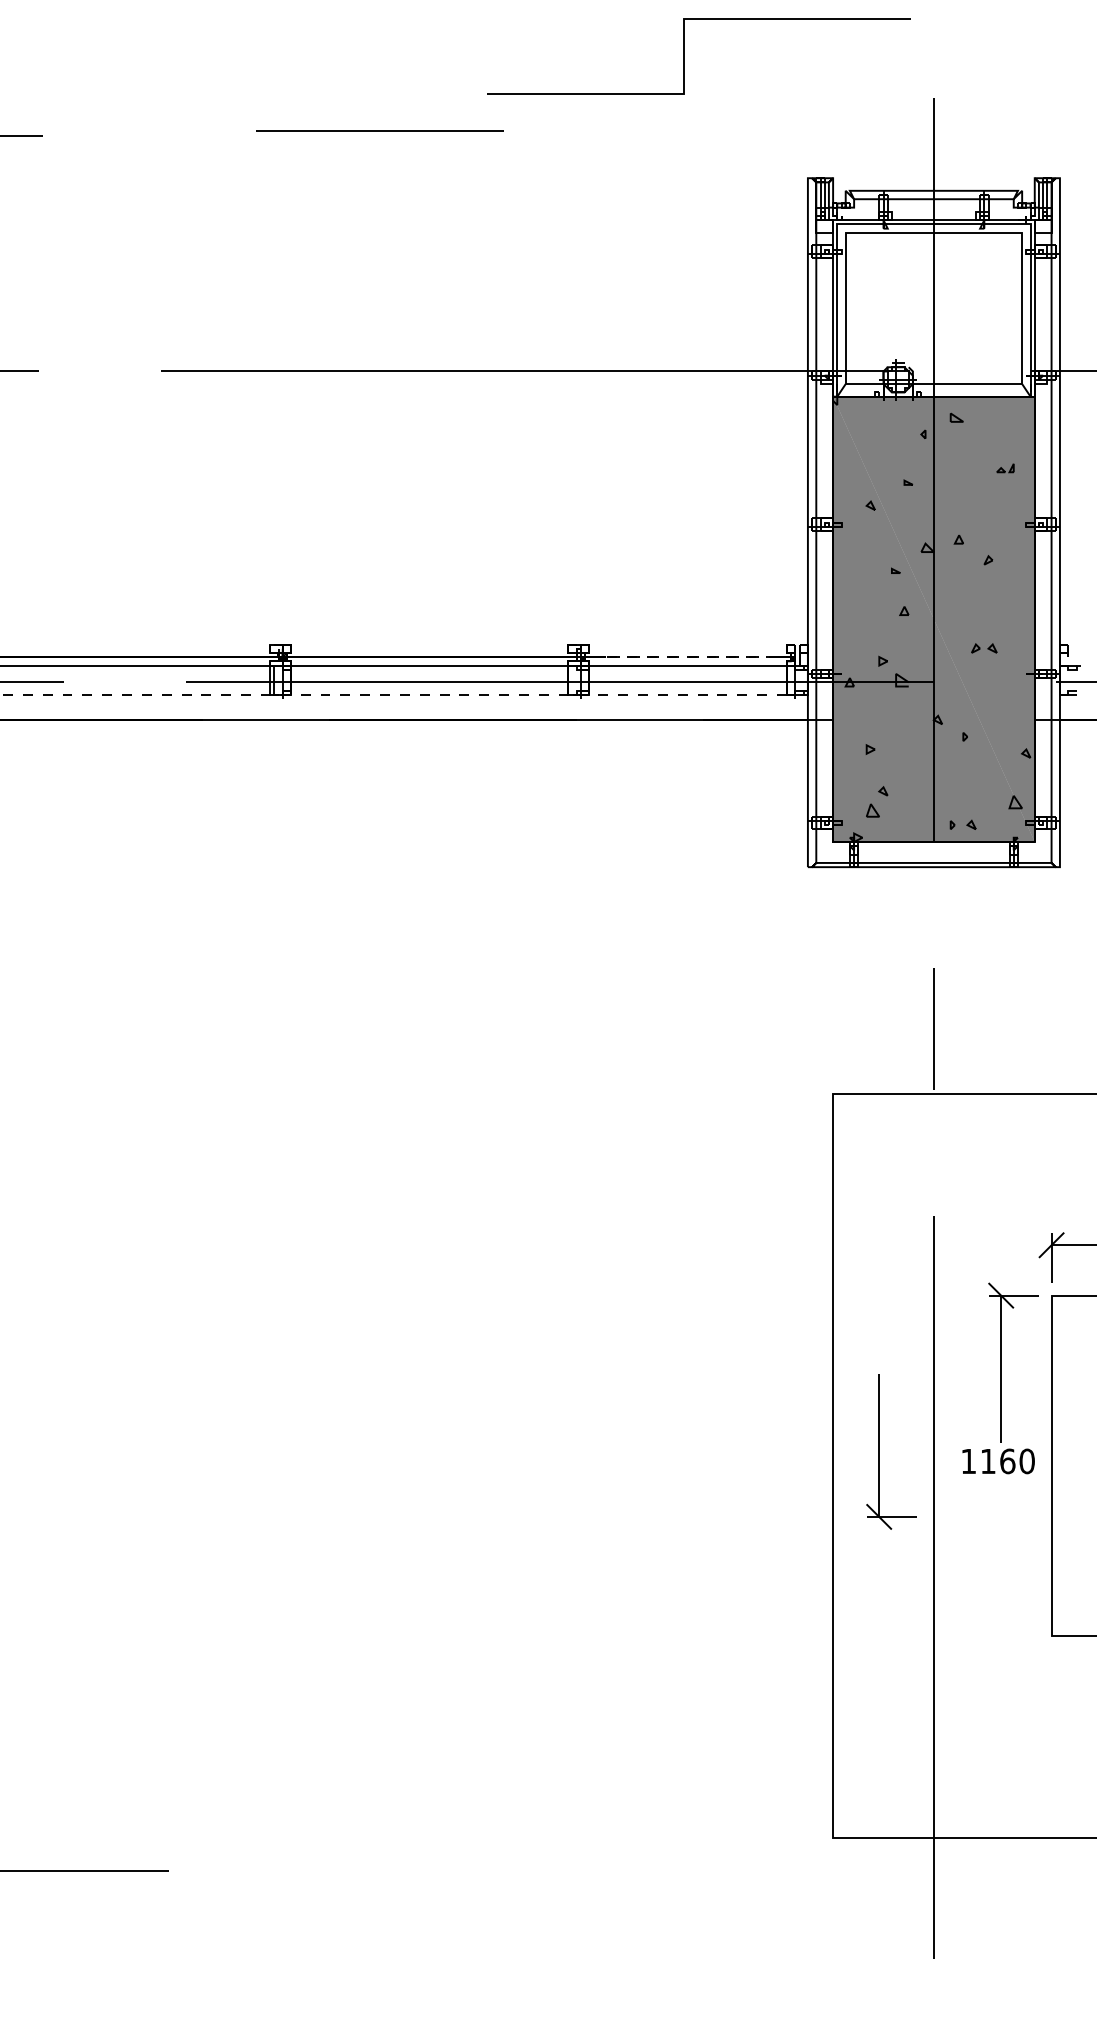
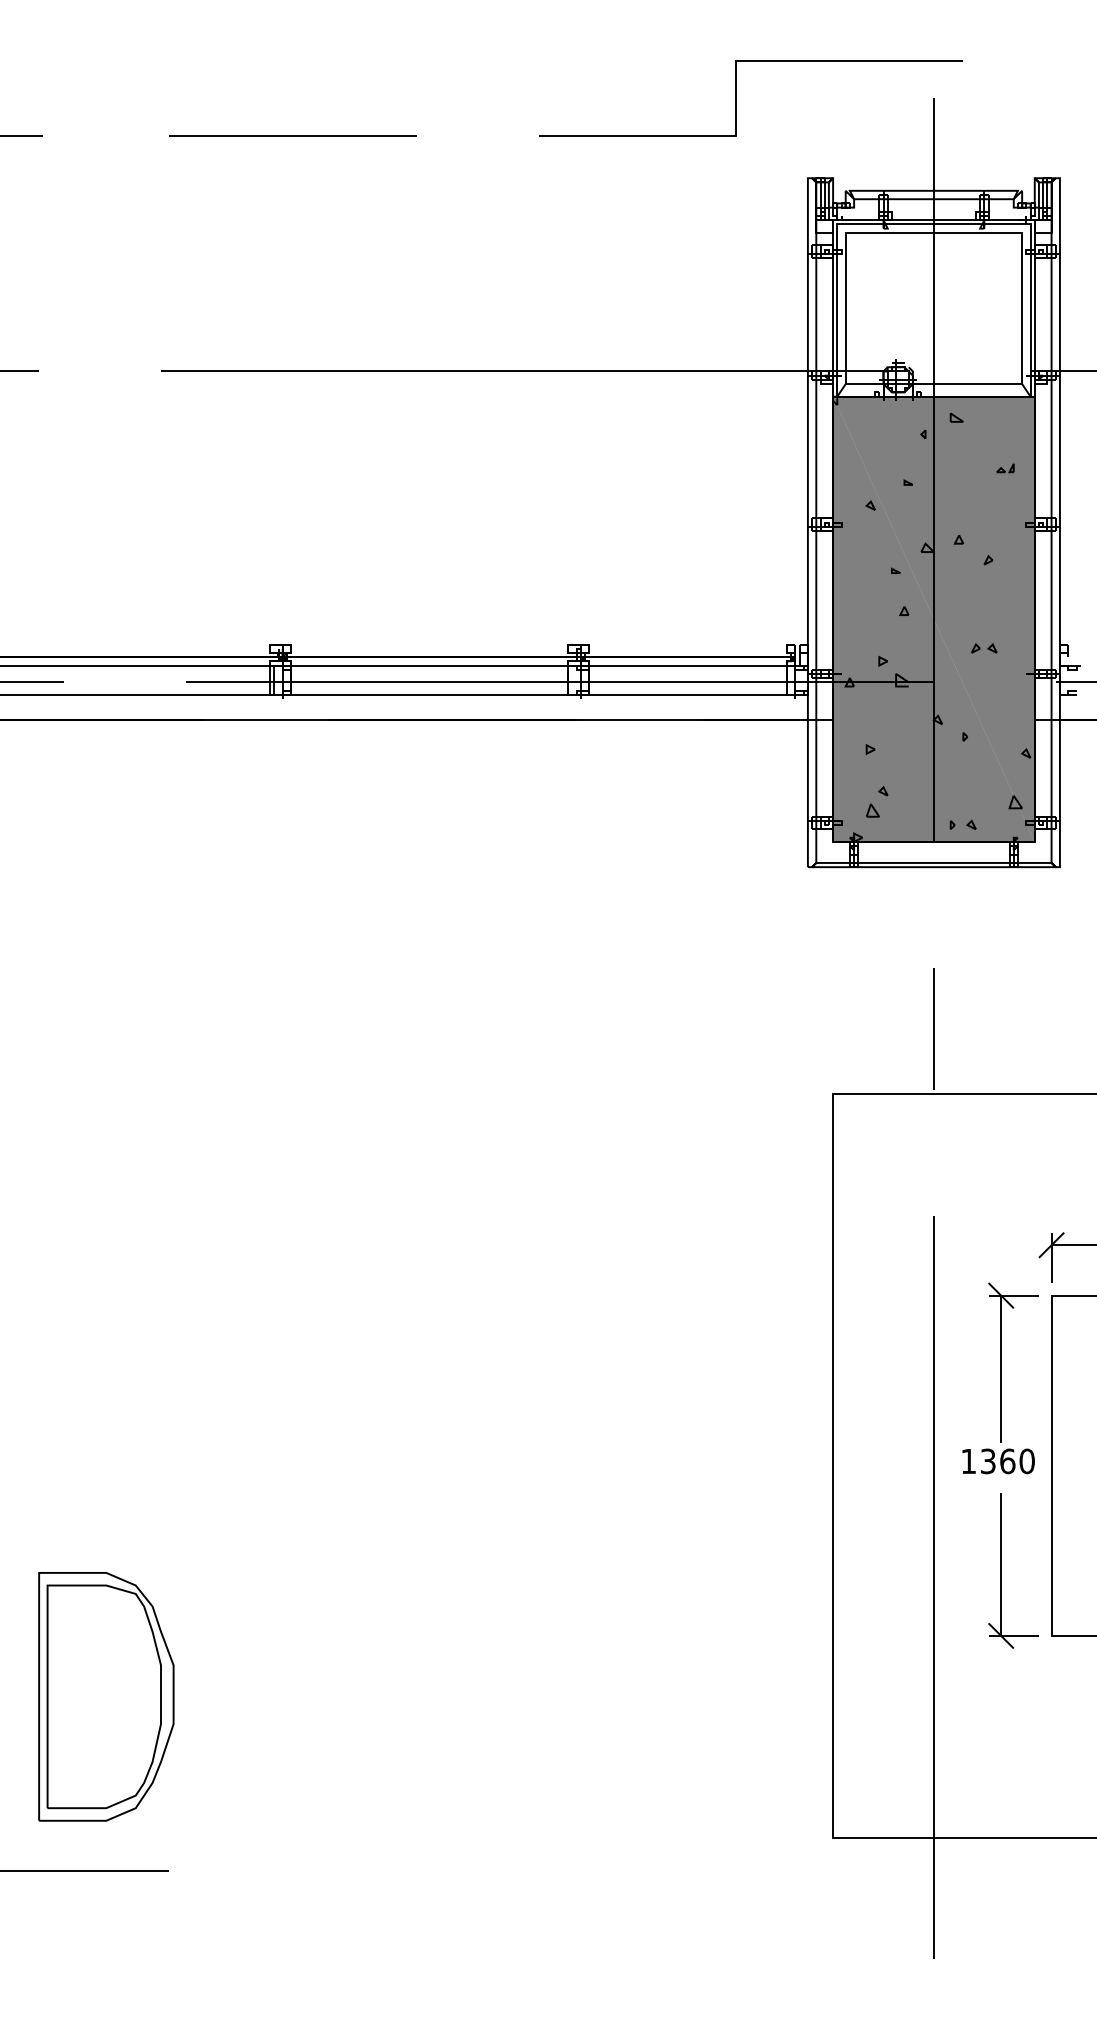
line at (684, 56) position: (684, 56) -> (736, 98)
line at (379, 130) position: (379, 130) -> (292, 135)
line at (593, 657): dashed -> solid
line at (393, 694): dashed -> solid
part at (879, 1451) position: (879, 1451) -> (1001, 1570)
text at (988, 1461): 1160 -> 1360
part at (106, 1696): none -> present
